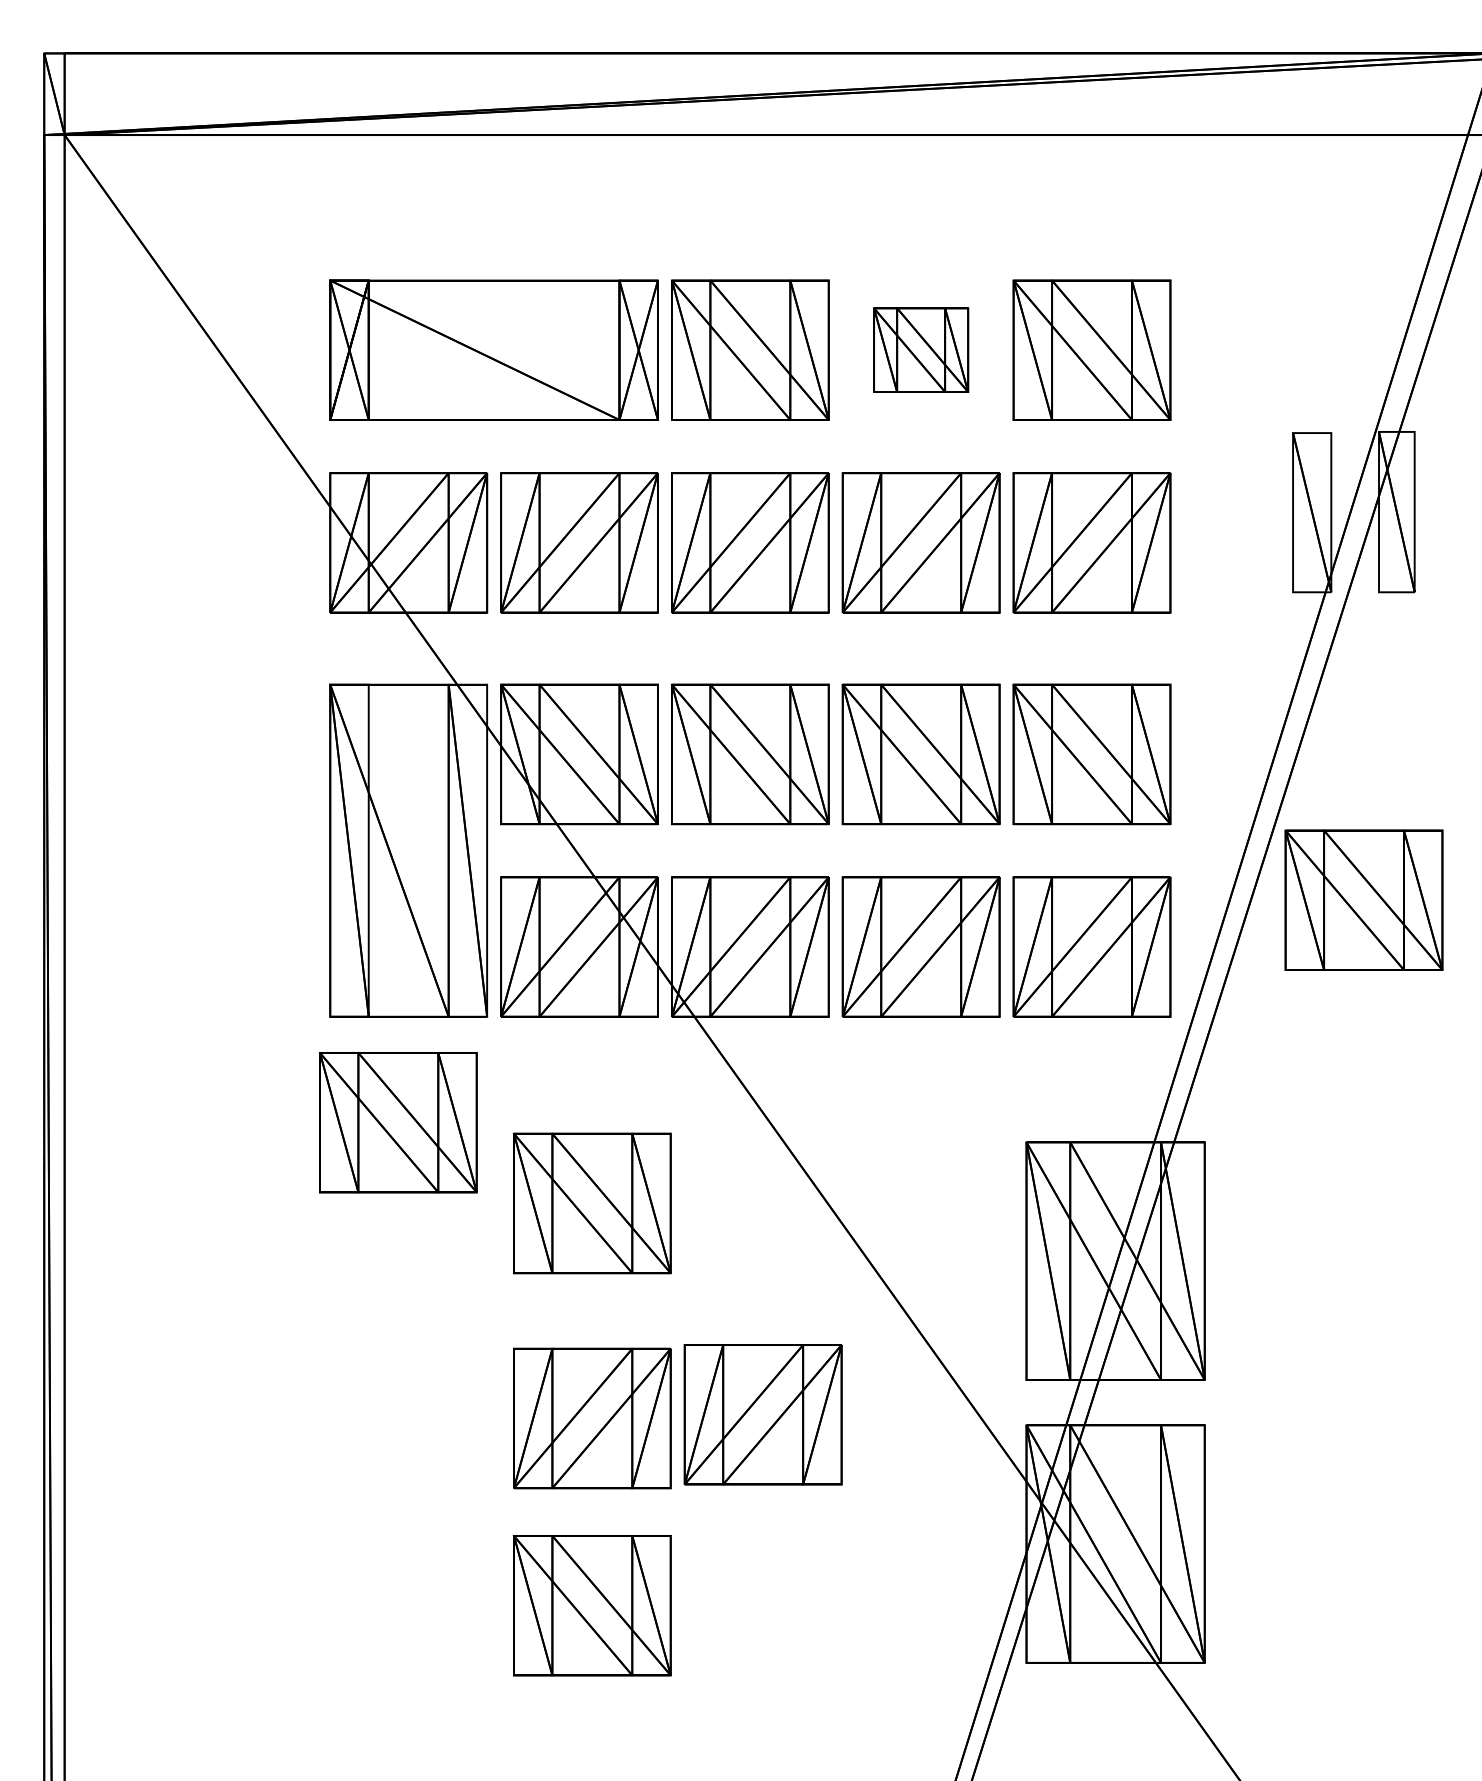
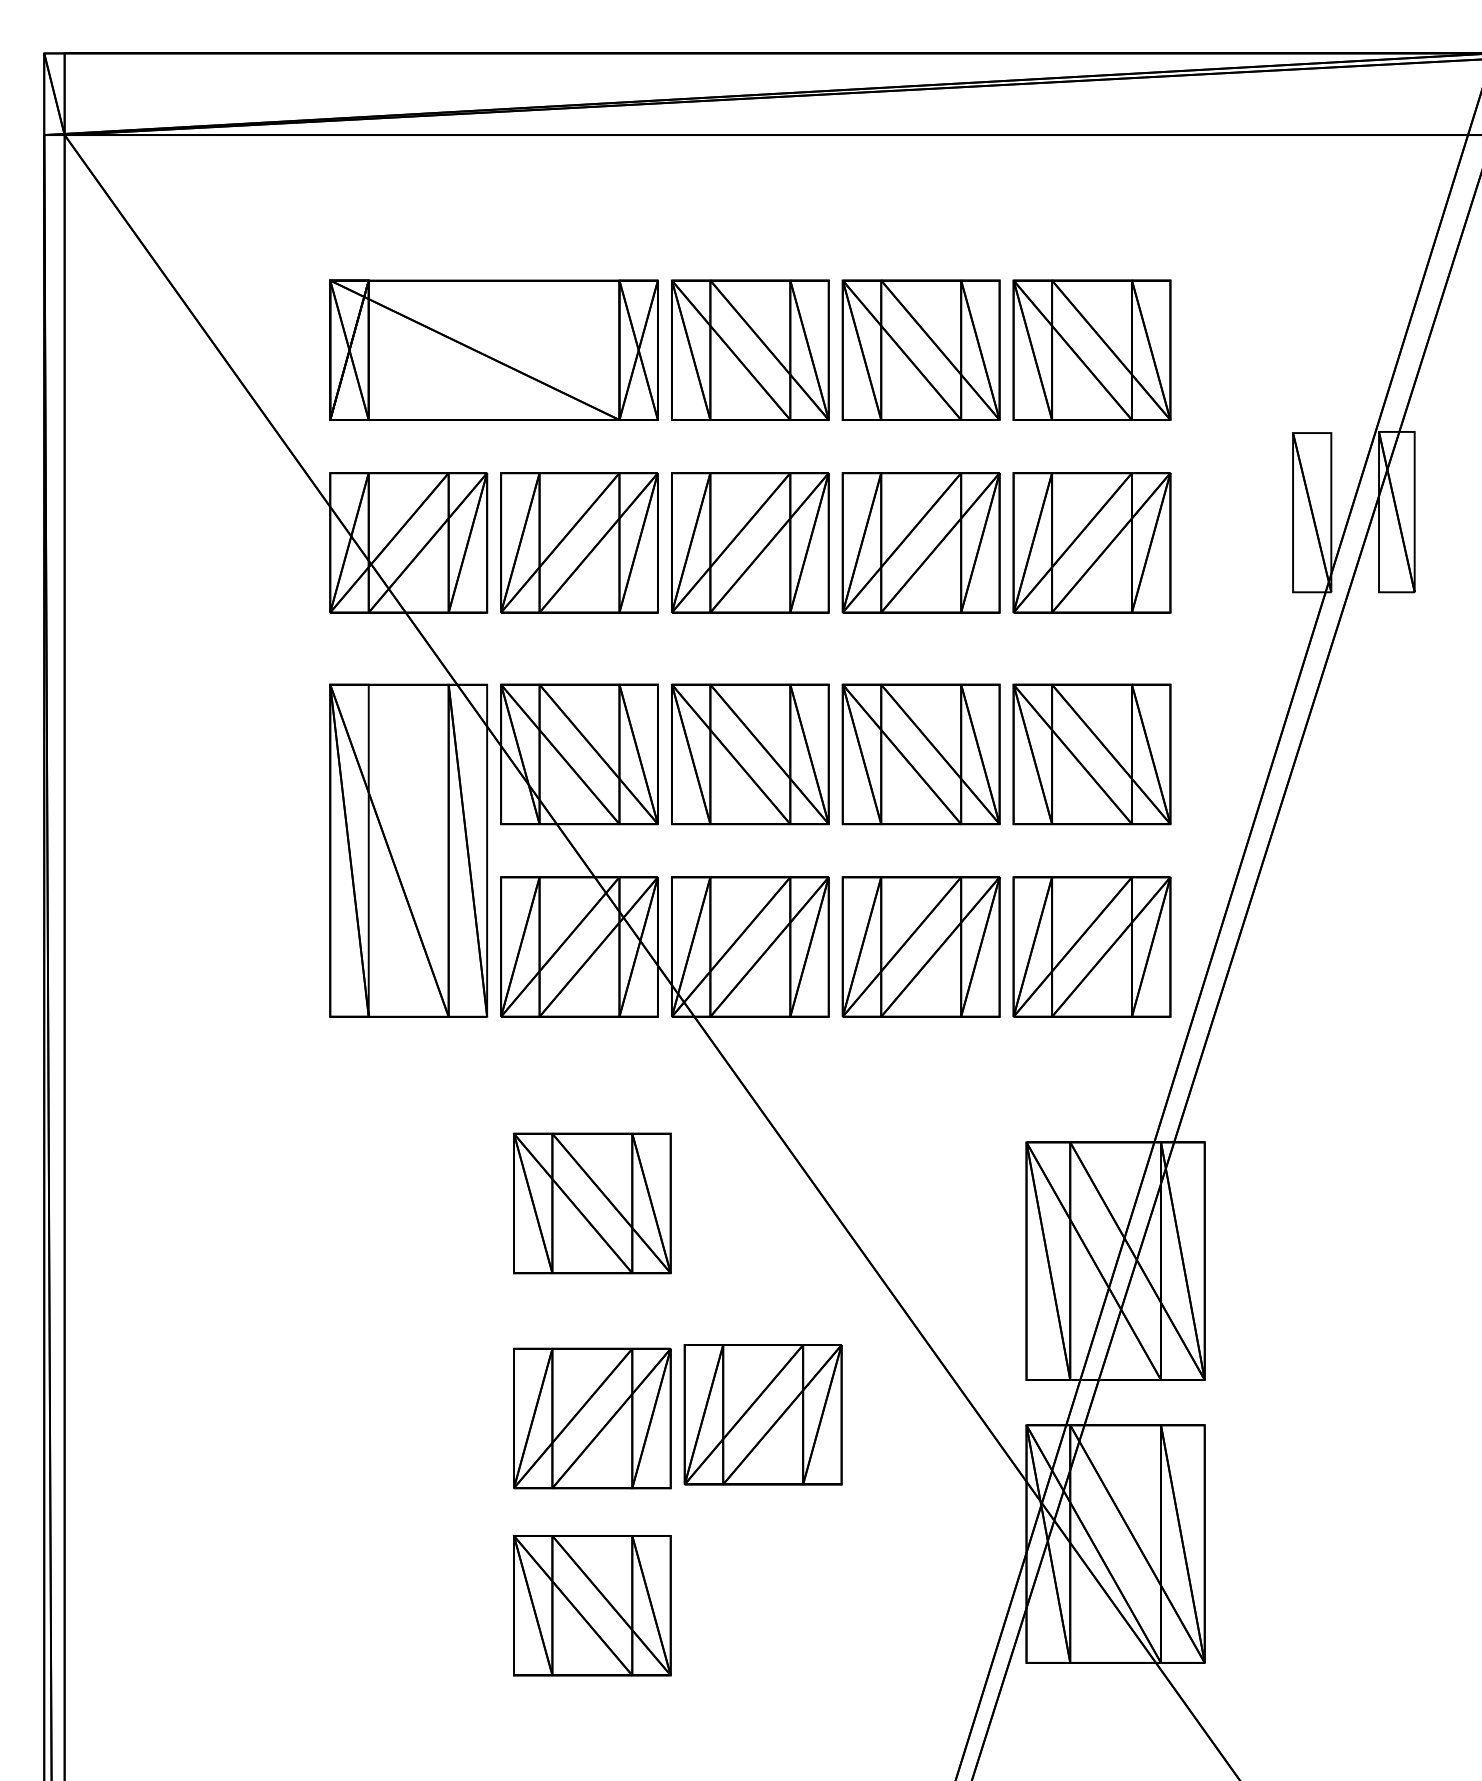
part at (921, 349) size: 97x86 px -> 160x142 px
part at (1363, 899): present -> none
part at (397, 1122): present -> none
